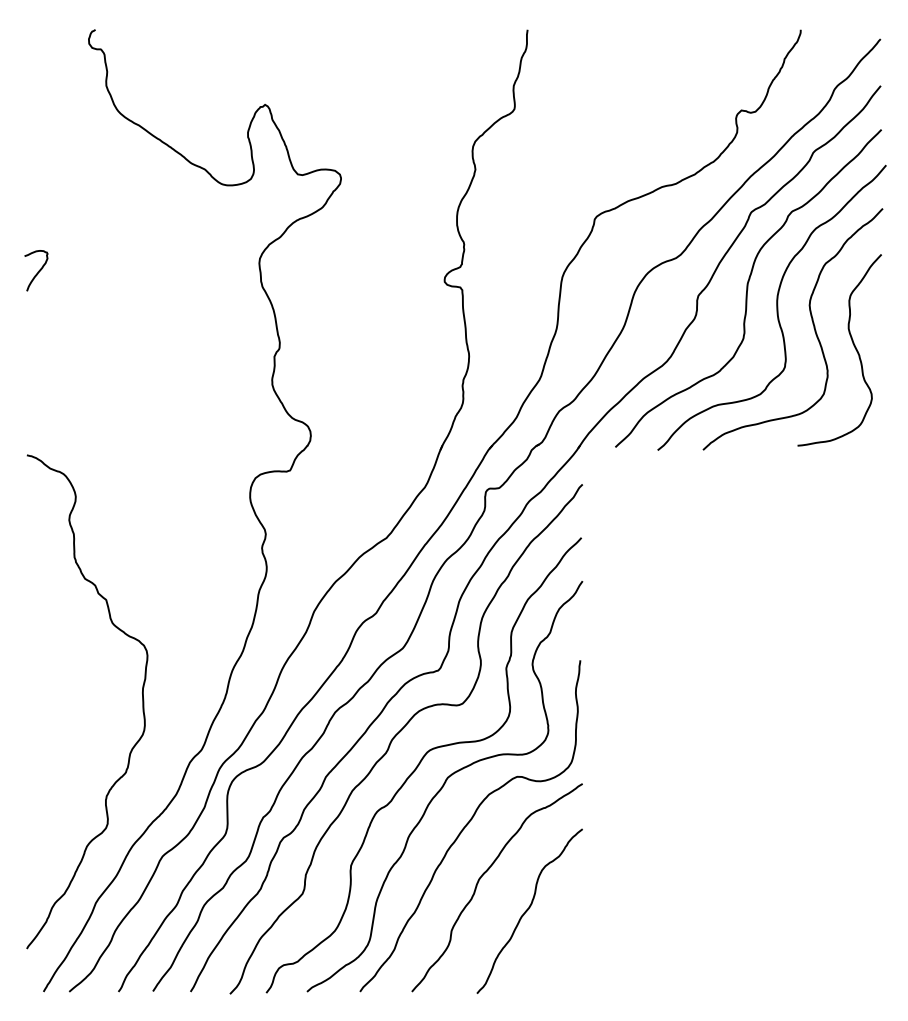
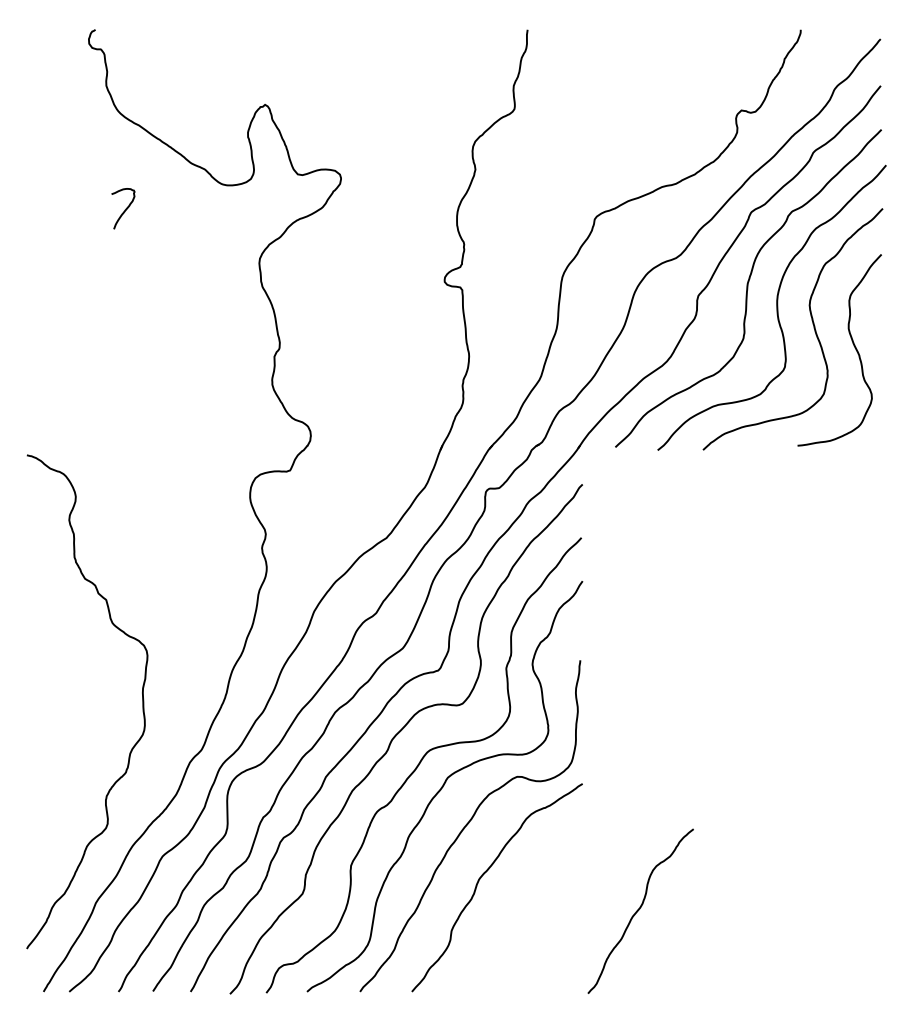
curve at (38, 270) position: (38, 270) -> (125, 208)
curve at (529, 909) position: (529, 909) -> (640, 909)
